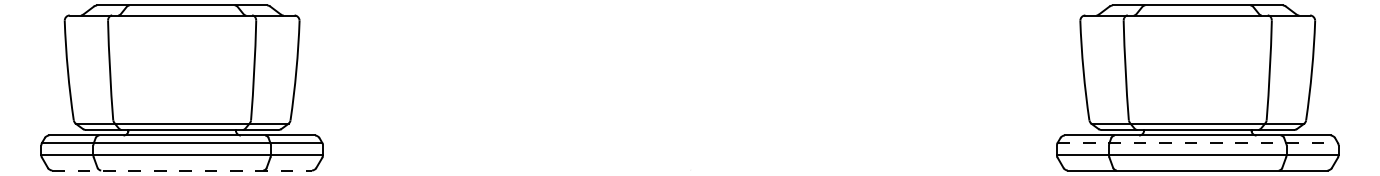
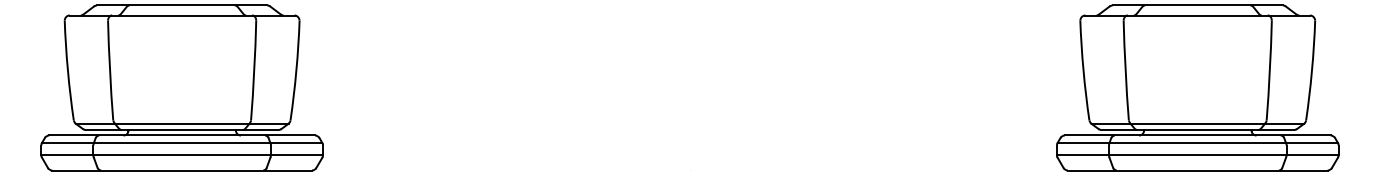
line at (1198, 142): dashed -> solid
line at (182, 170): dashed -> solid
